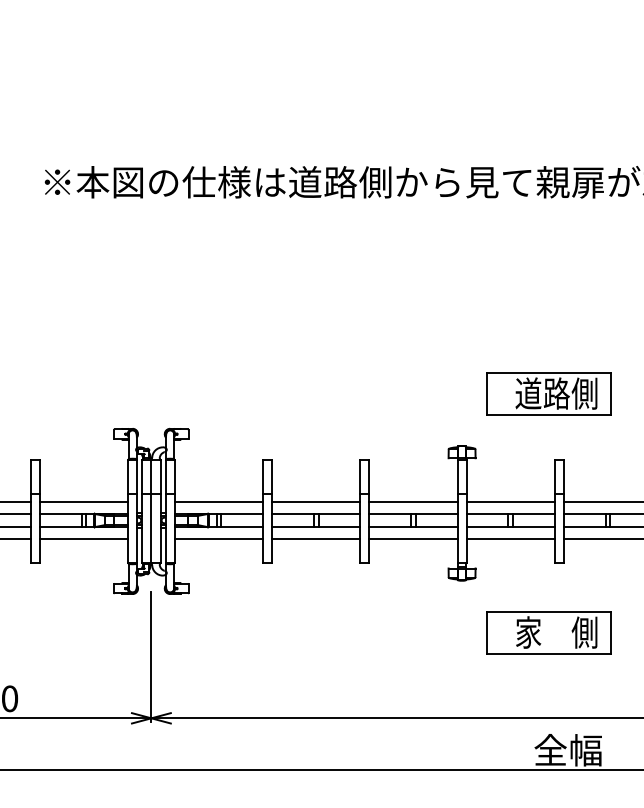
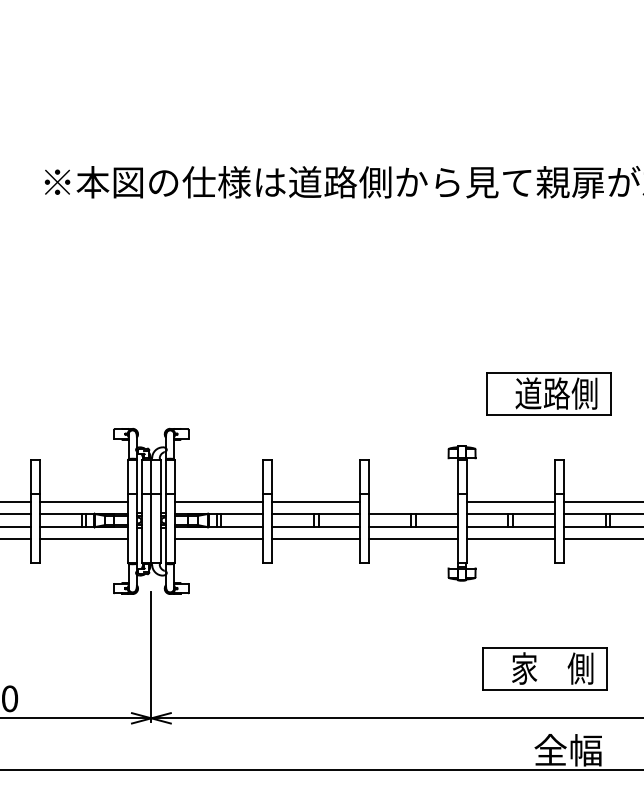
line at (413, 501): present -> none
part at (548, 632) position: (548, 632) -> (544, 668)
